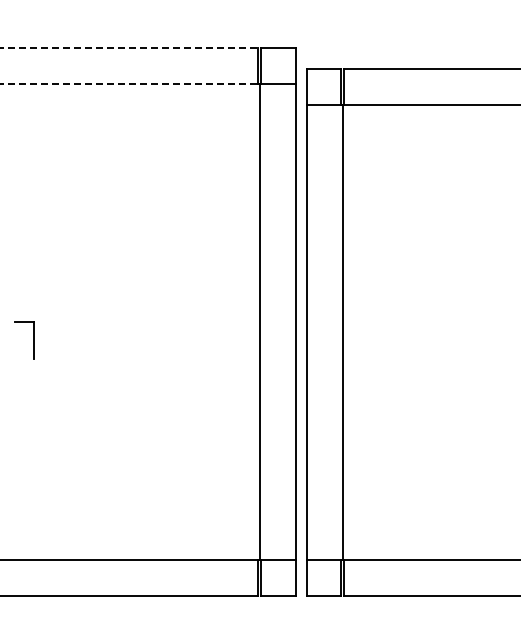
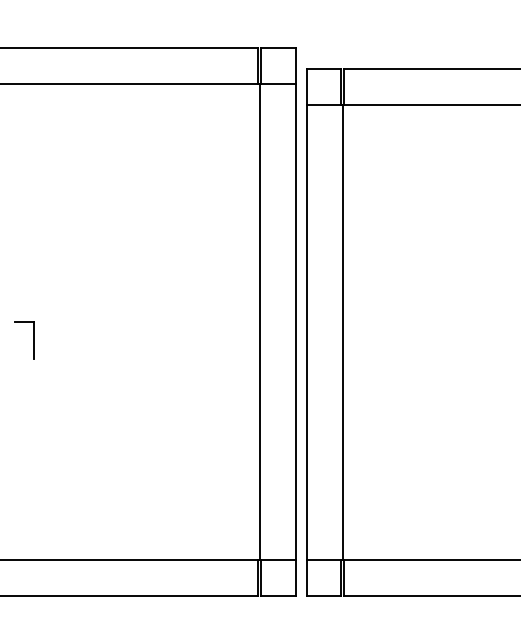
line at (129, 47): dashed -> solid
line at (129, 83): dashed -> solid
